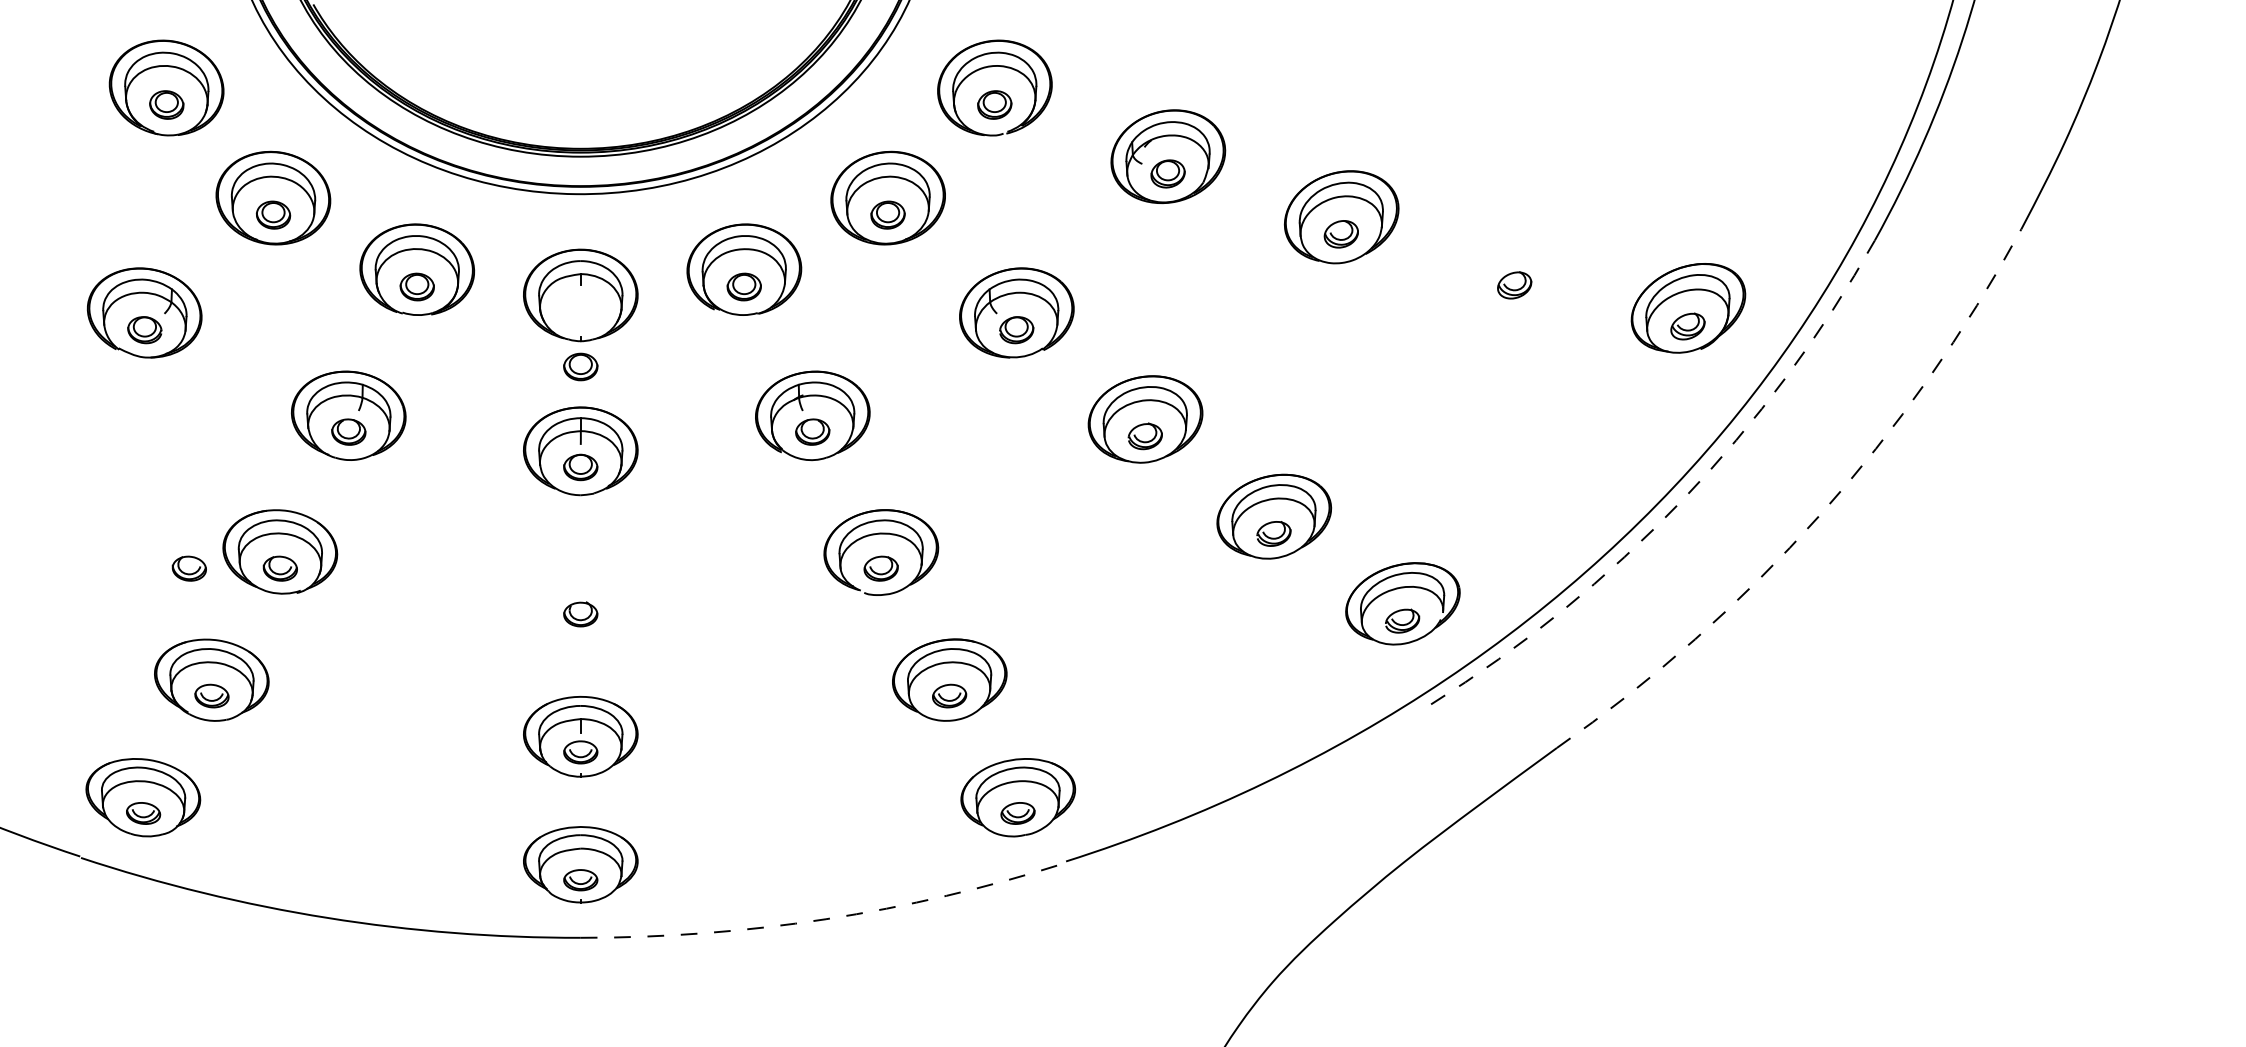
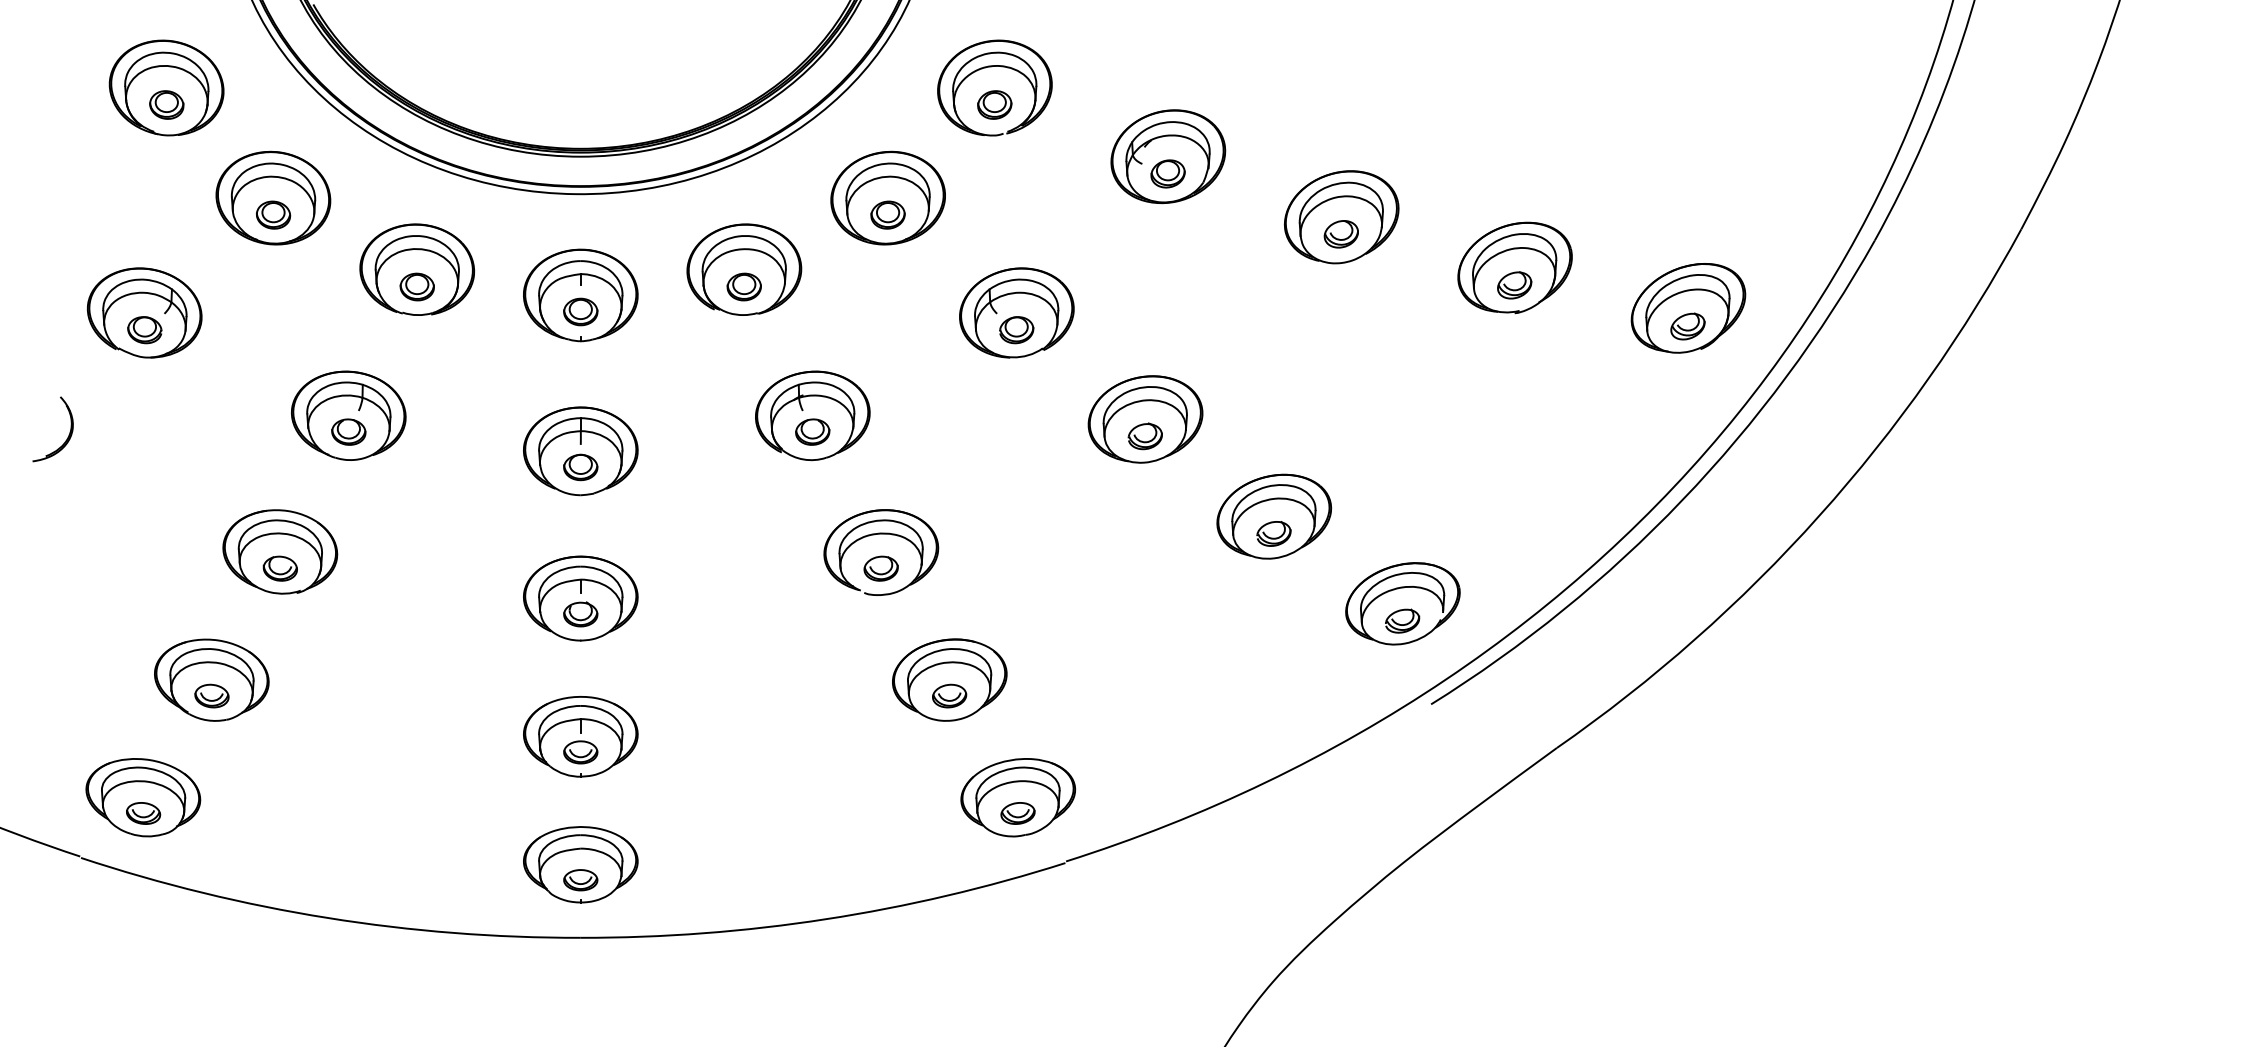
part at (1514, 267): none -> present
part at (580, 366) position: (580, 366) -> (580, 311)
part at (68, 434): none -> present
arc at (1682, 500): dashed -> solid
arc at (1819, 515): dashed -> solid
part at (188, 568): present -> none
part at (580, 598): none -> present
arc at (826, 919): dashed -> solid
